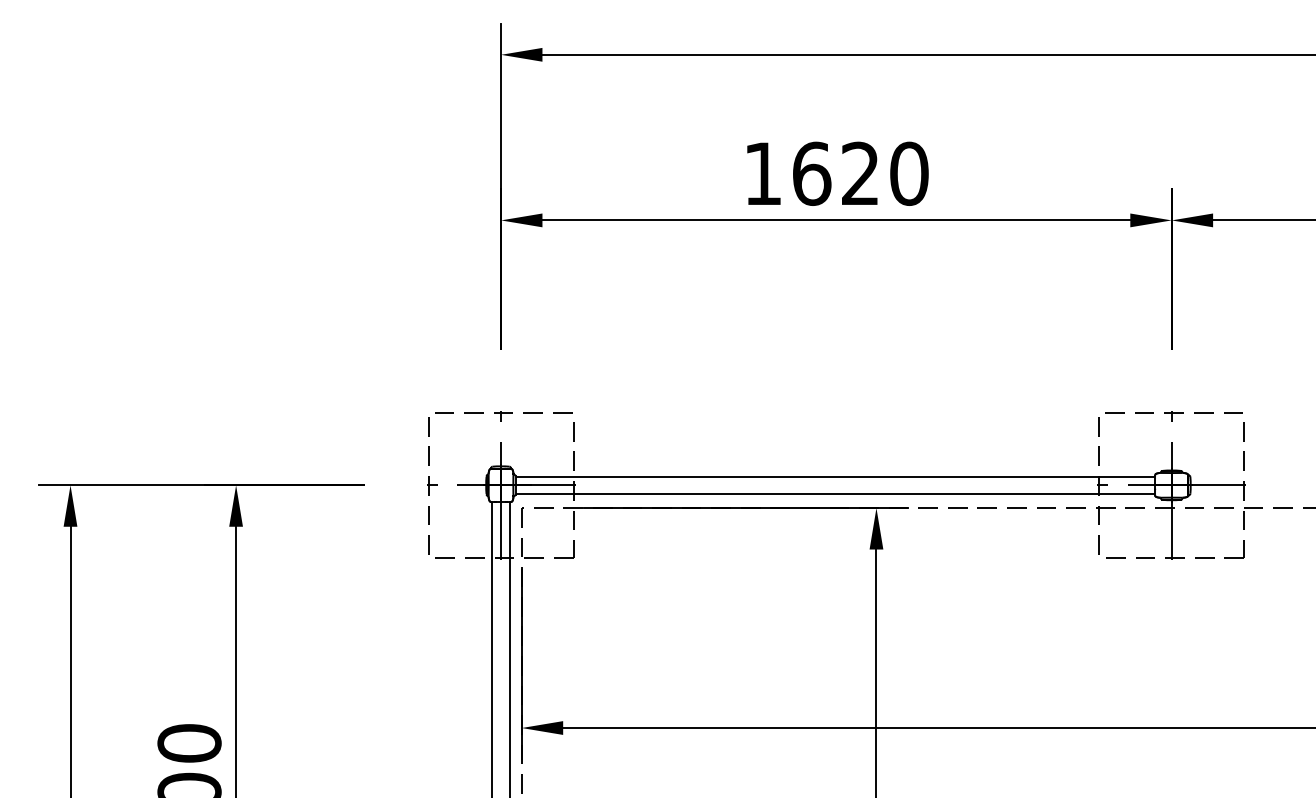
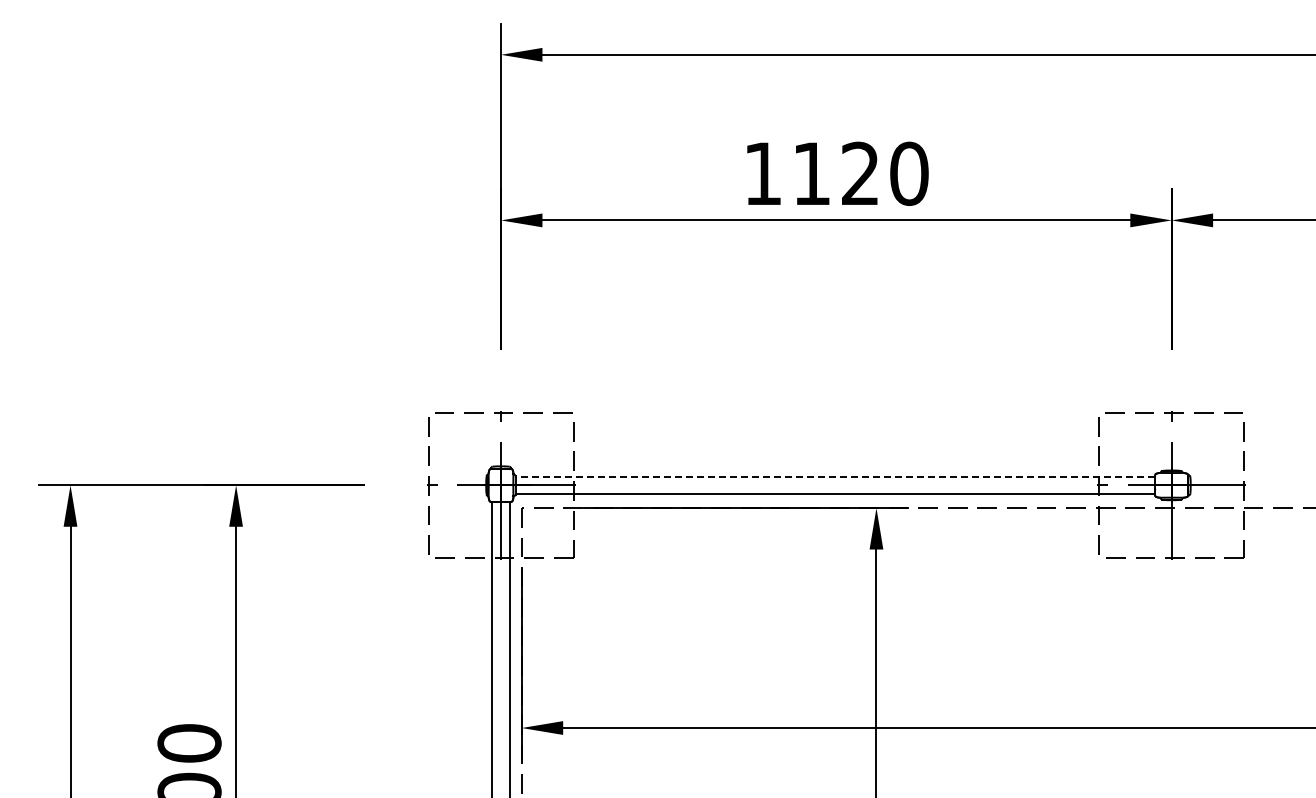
text at (812, 173): 1620 -> 1120
line at (835, 476): solid -> dashed
